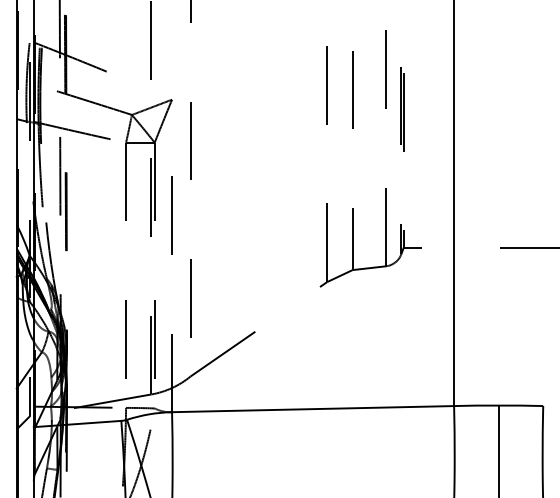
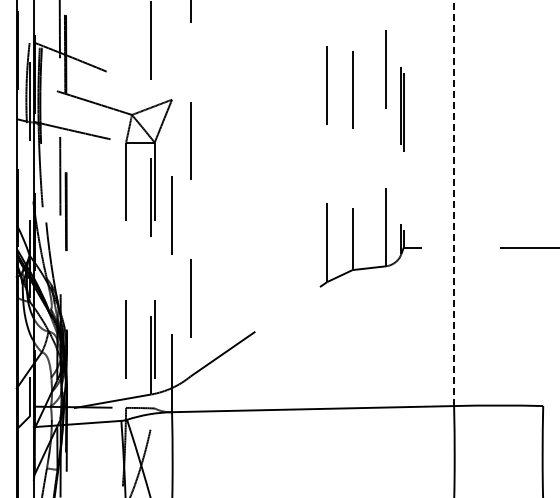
line at (454, 203): solid -> dashed
line at (498, 449): present -> none
